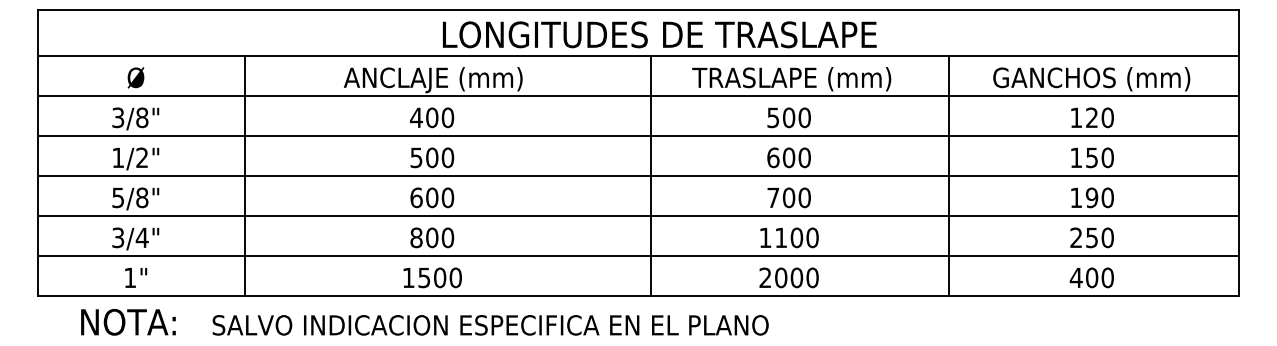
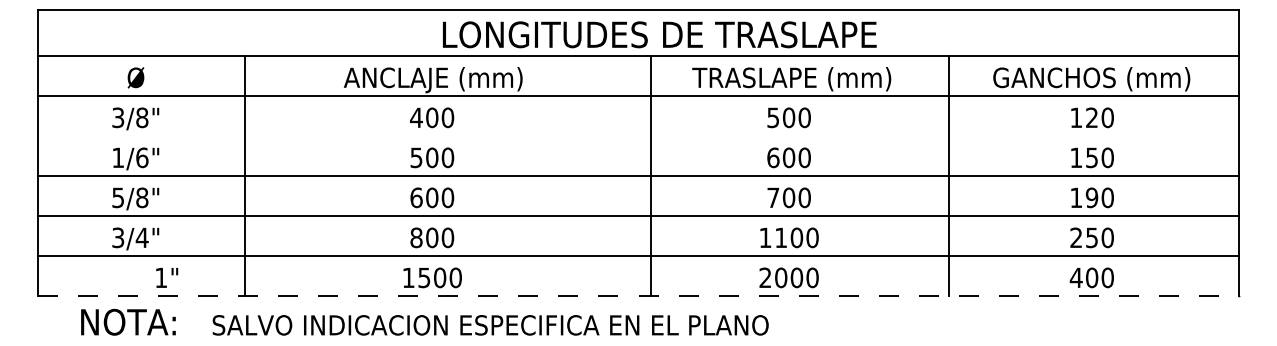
line at (638, 135): present -> none
text at (142, 157): 1/2" -> 1/6"
text at (136, 277) position: (136, 277) -> (167, 277)
line at (638, 295): solid -> dashed
